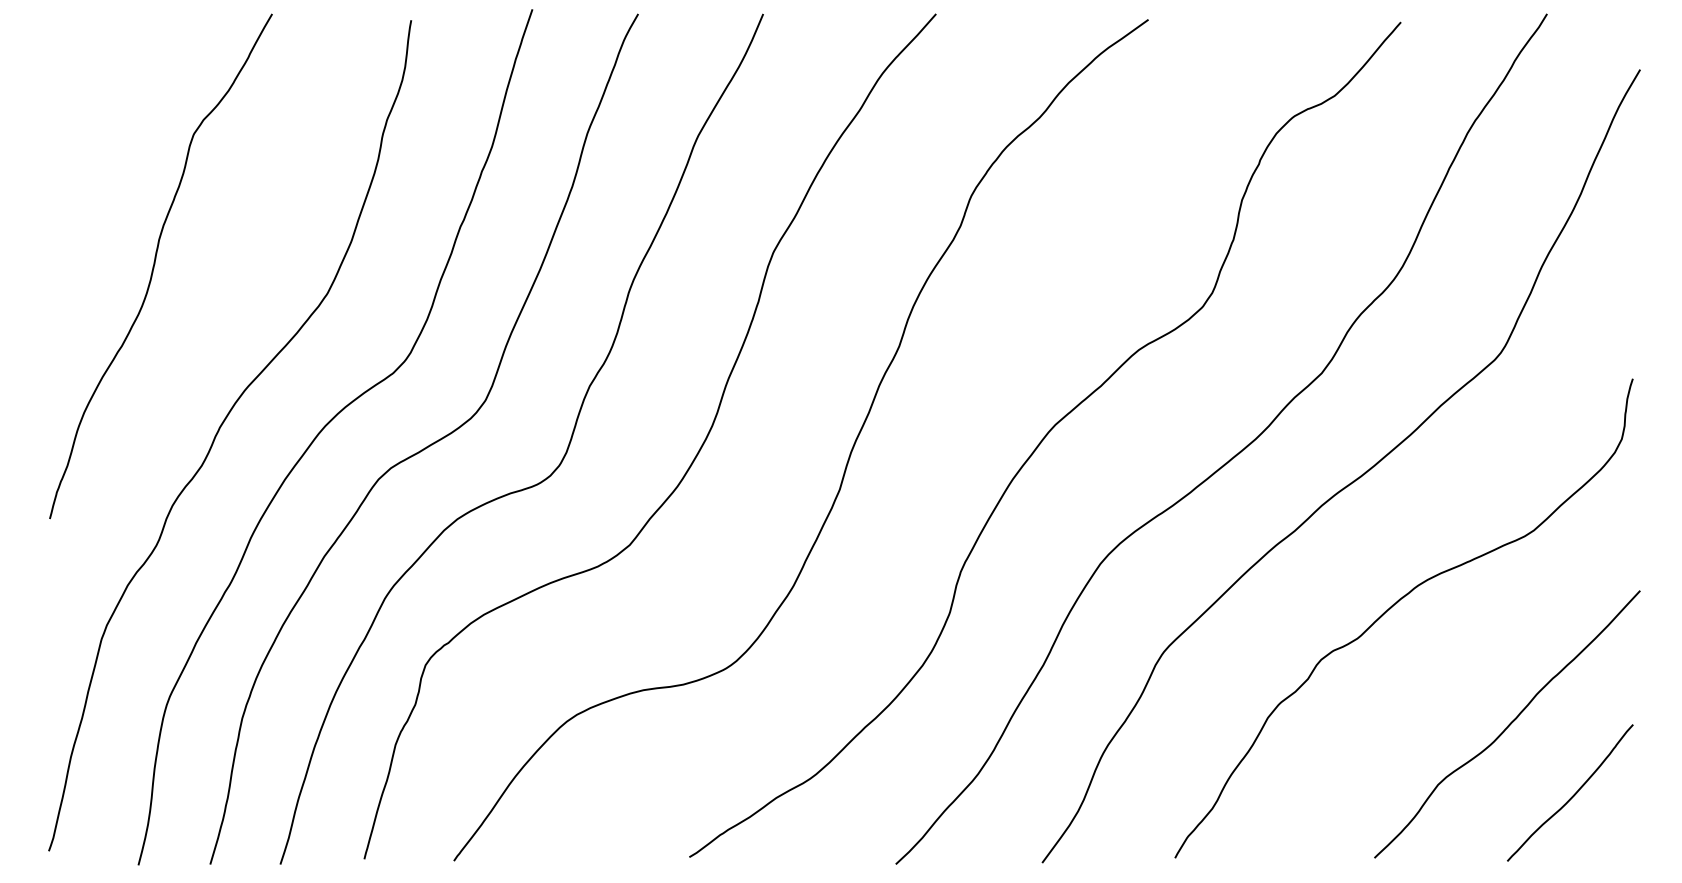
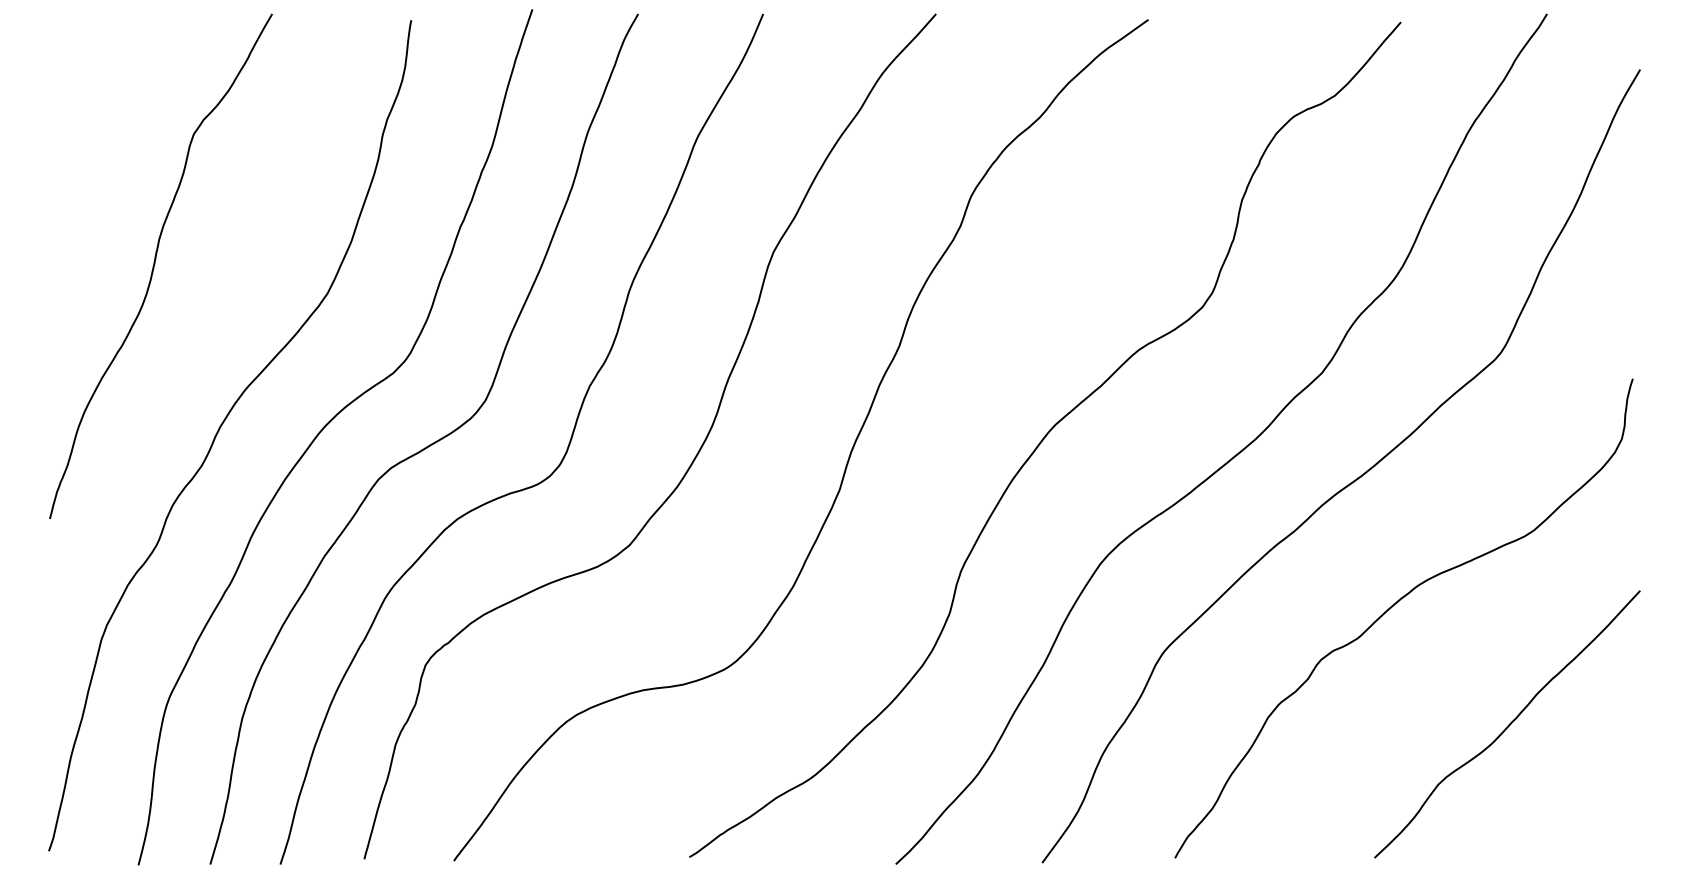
curve at (1573, 794): present -> none
